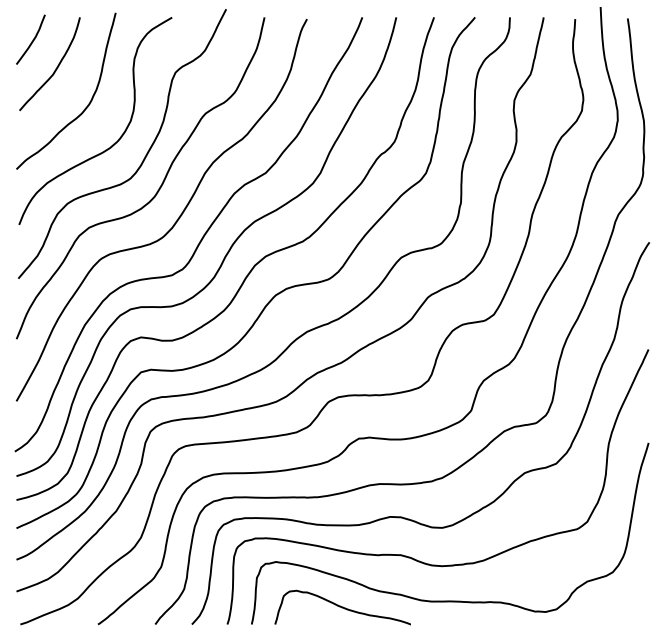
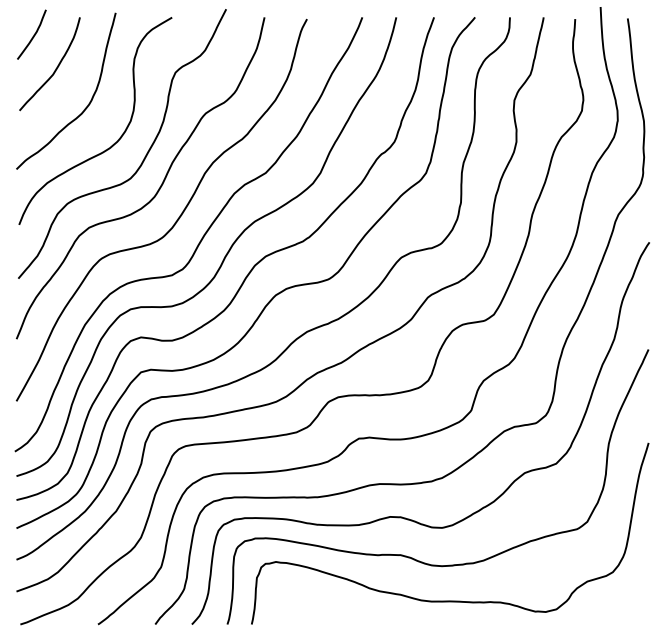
curve at (32, 39) position: (32, 39) -> (33, 34)
curve at (342, 607): present -> none
